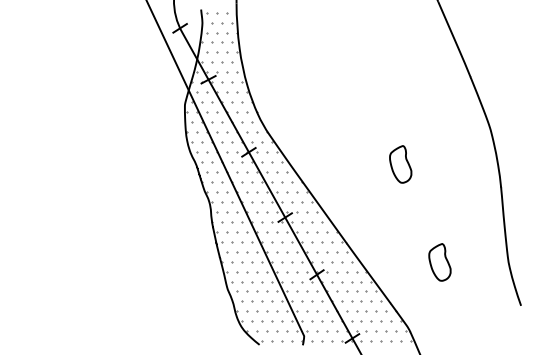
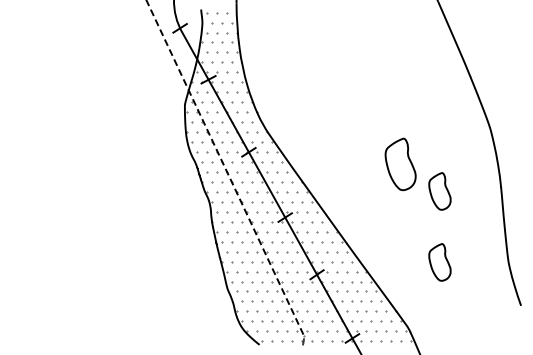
part at (400, 164) size: 24x39 px -> 33x55 px
line at (229, 176): solid -> dashed
part at (439, 191): none -> present
